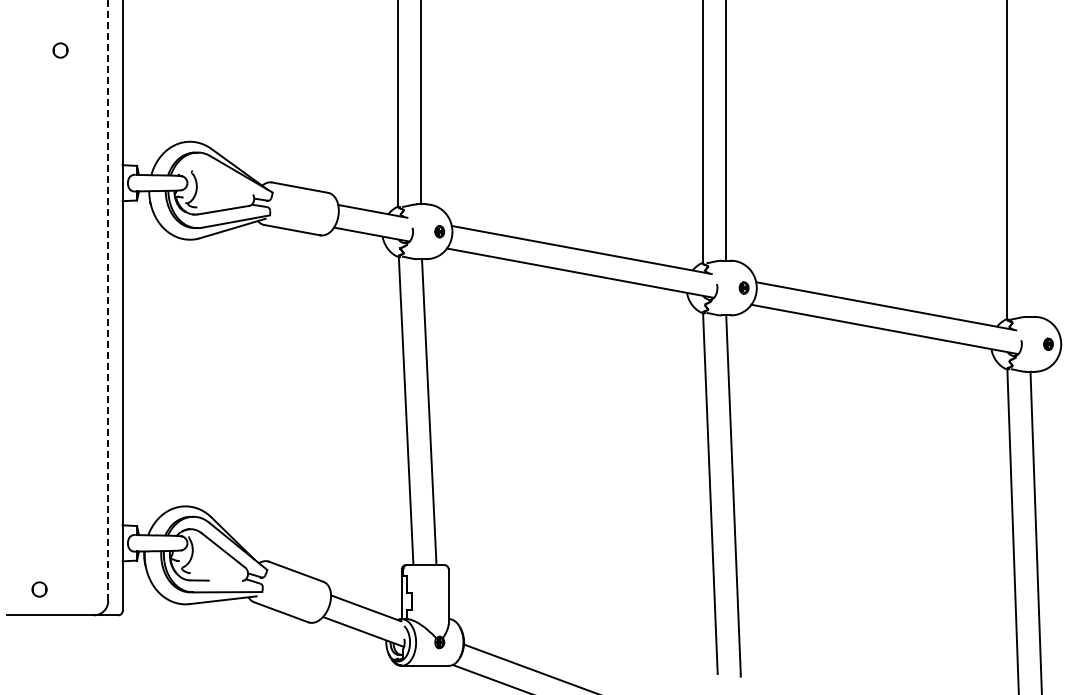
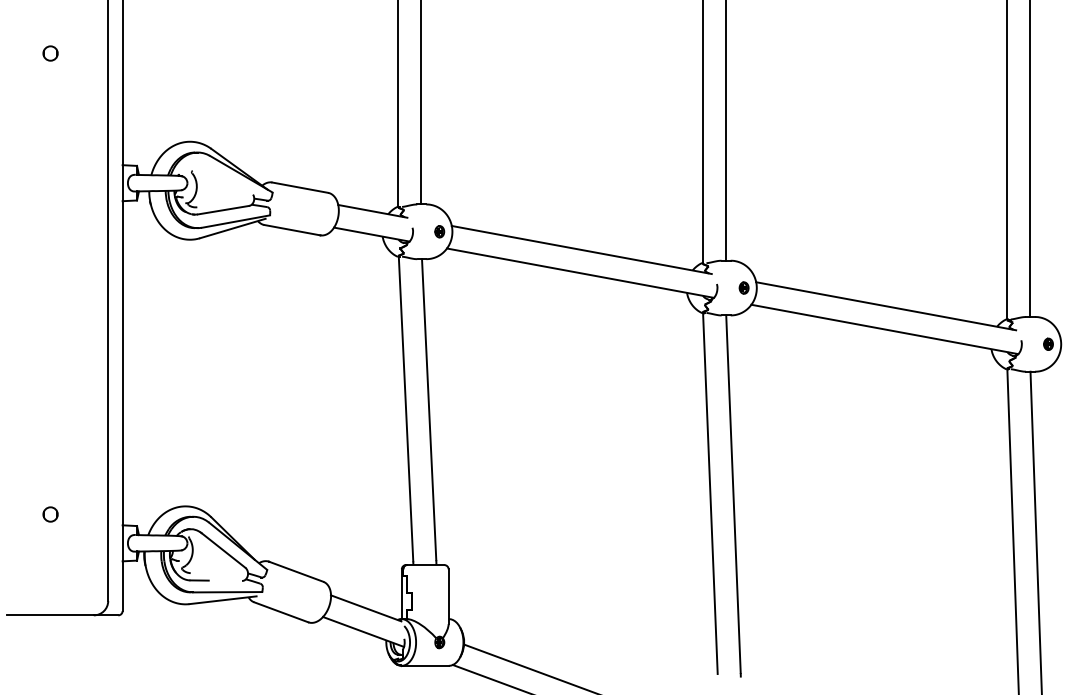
circle at (60, 50) position: (60, 50) -> (50, 53)
line at (1029, 159): none -> present
line at (108, 300): dashed -> solid
circle at (39, 589) position: (39, 589) -> (50, 514)
